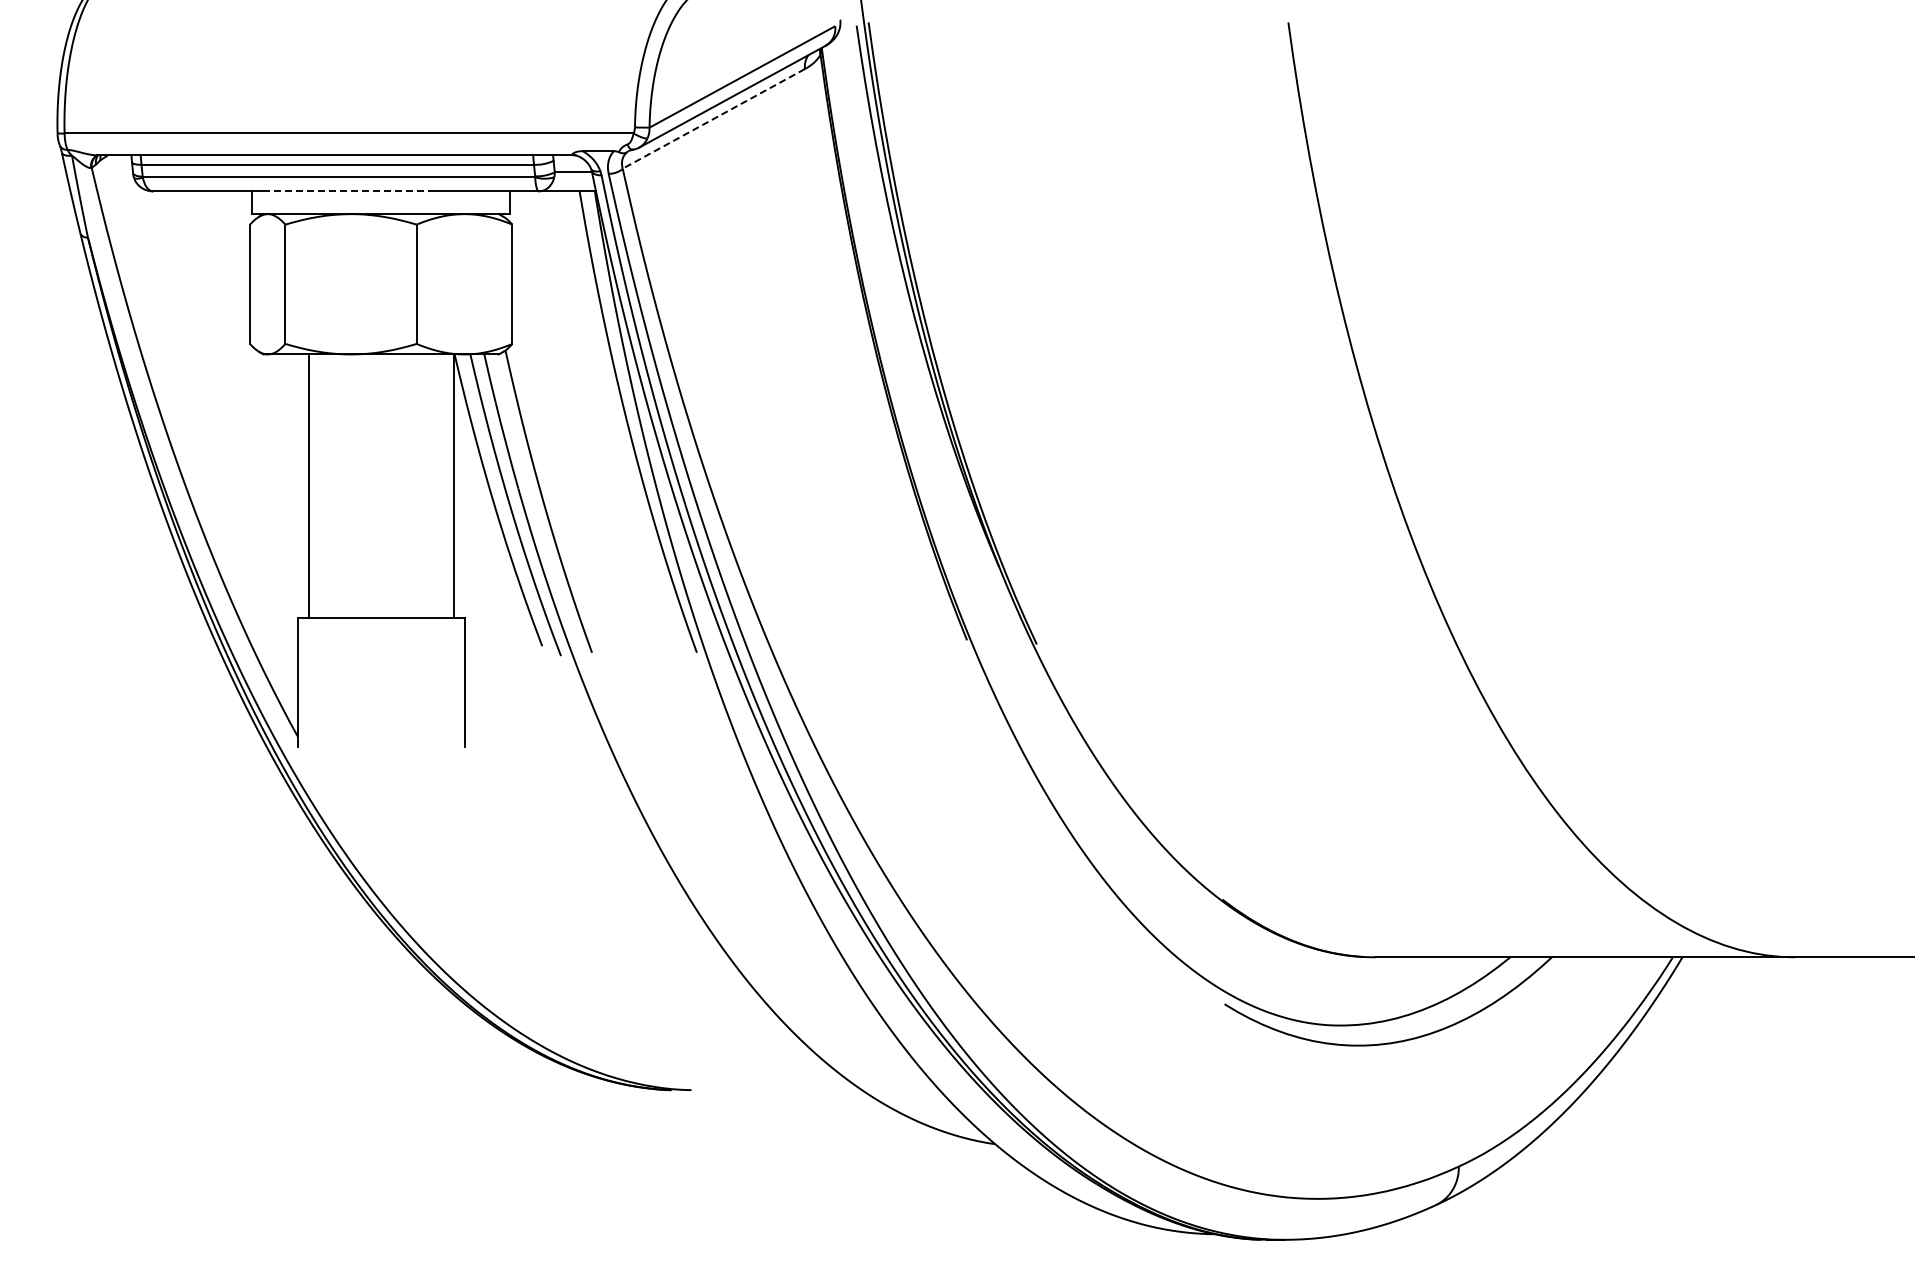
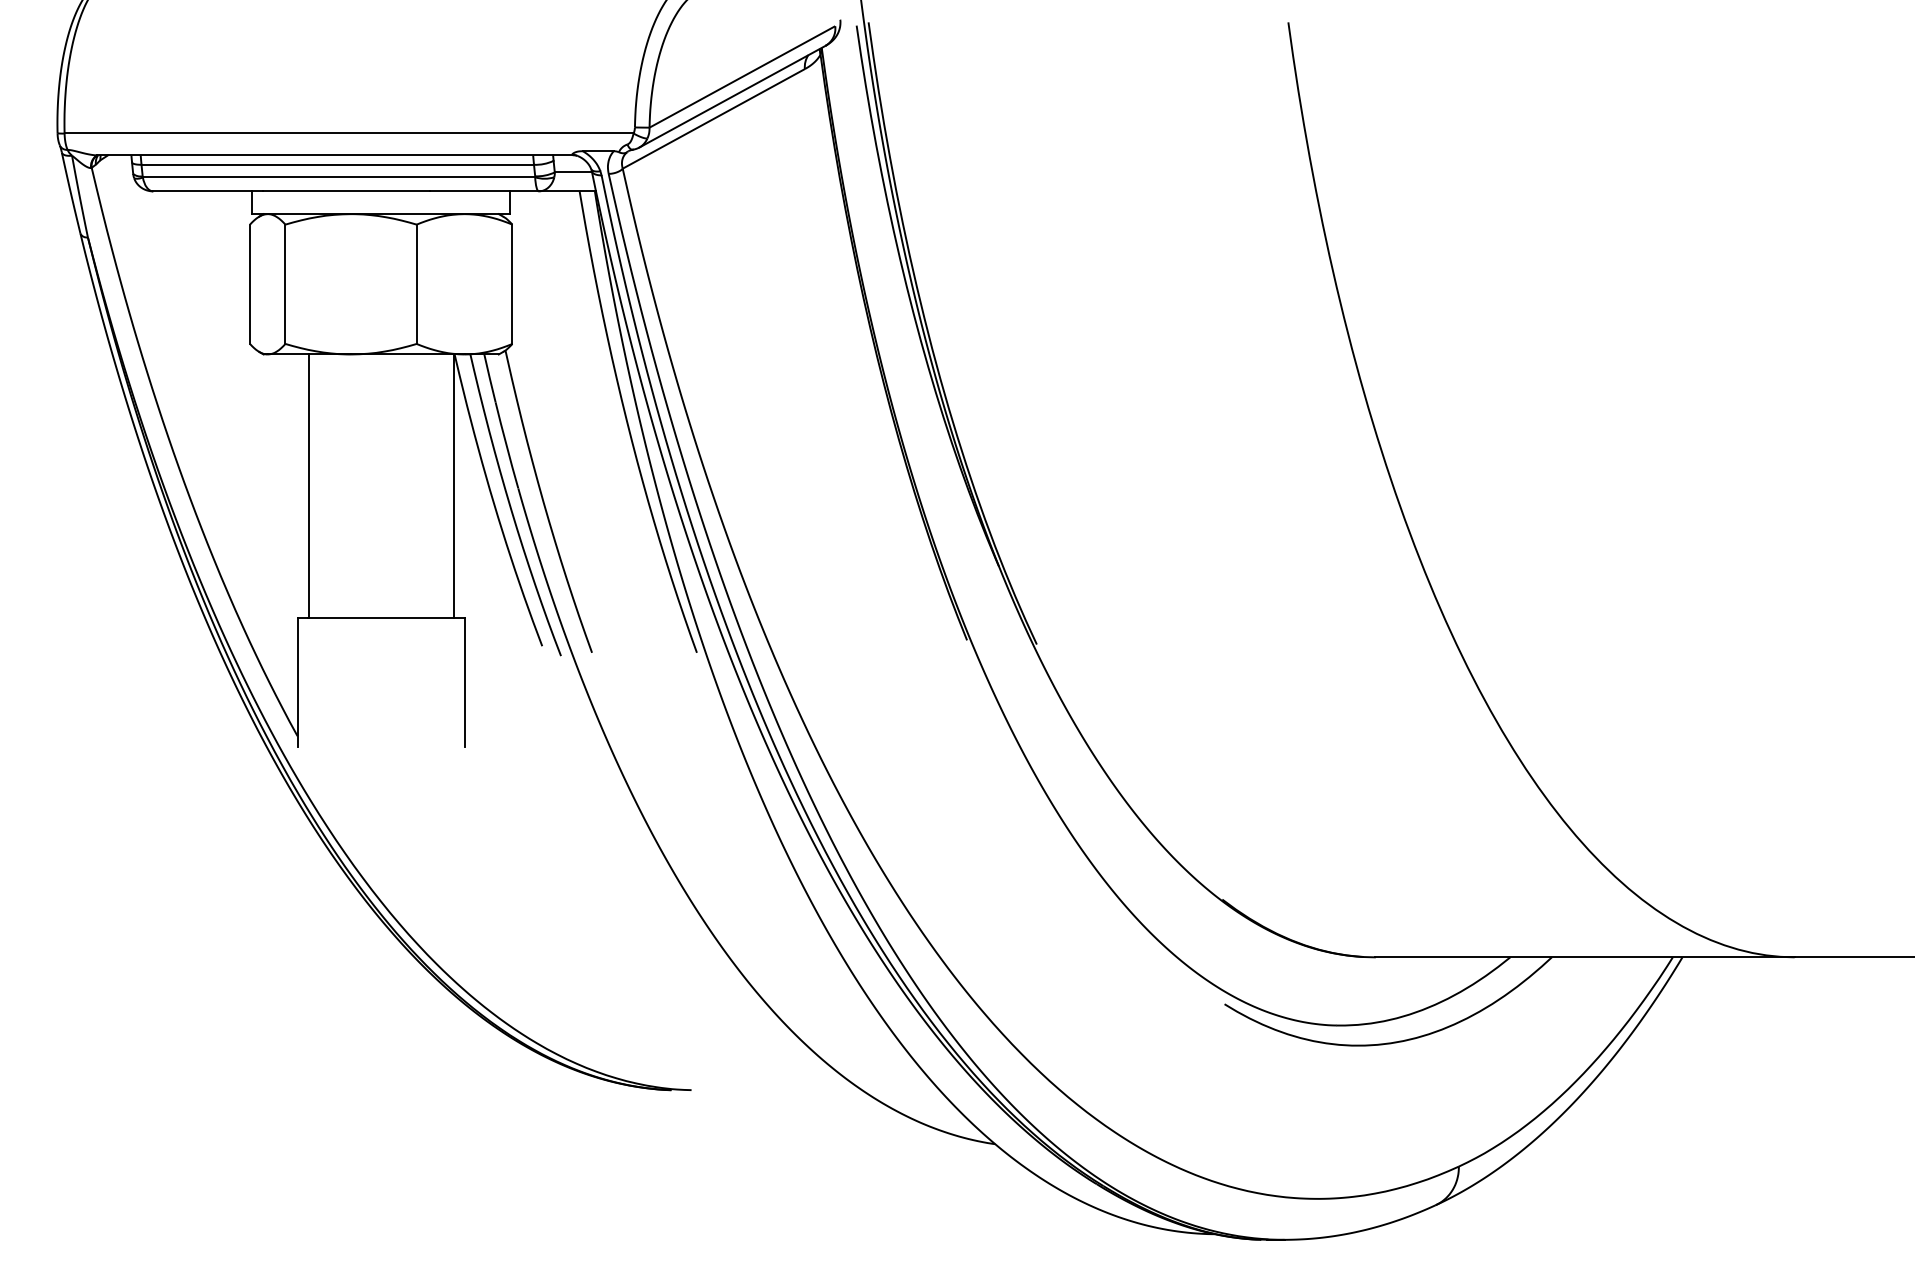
line at (714, 118): dashed -> solid
line at (346, 191): dashed -> solid
